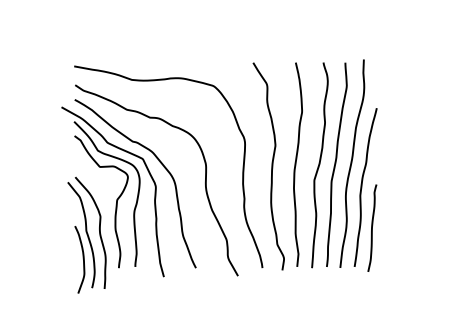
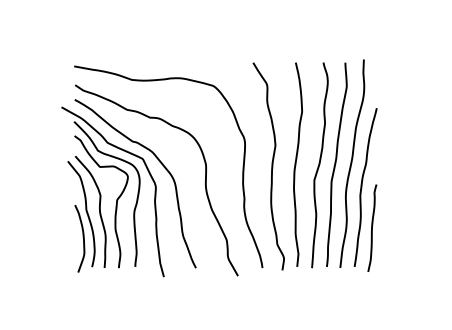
part at (86, 234) position: (86, 234) -> (86, 213)
